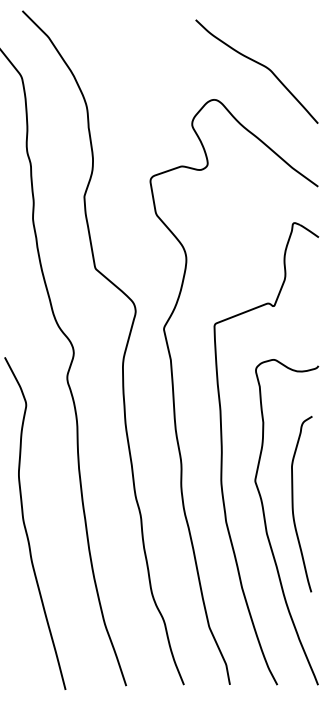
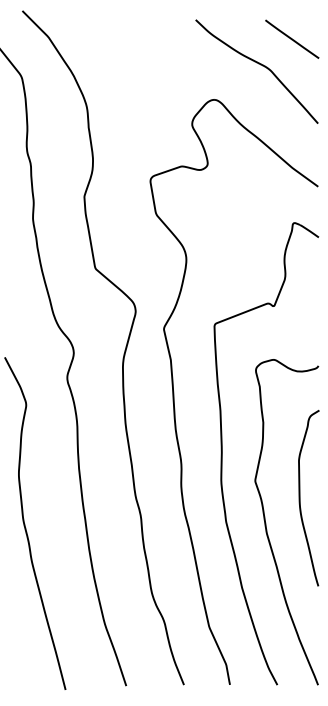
line at (292, 38): none -> present
curve at (293, 503) position: (293, 503) -> (300, 497)
